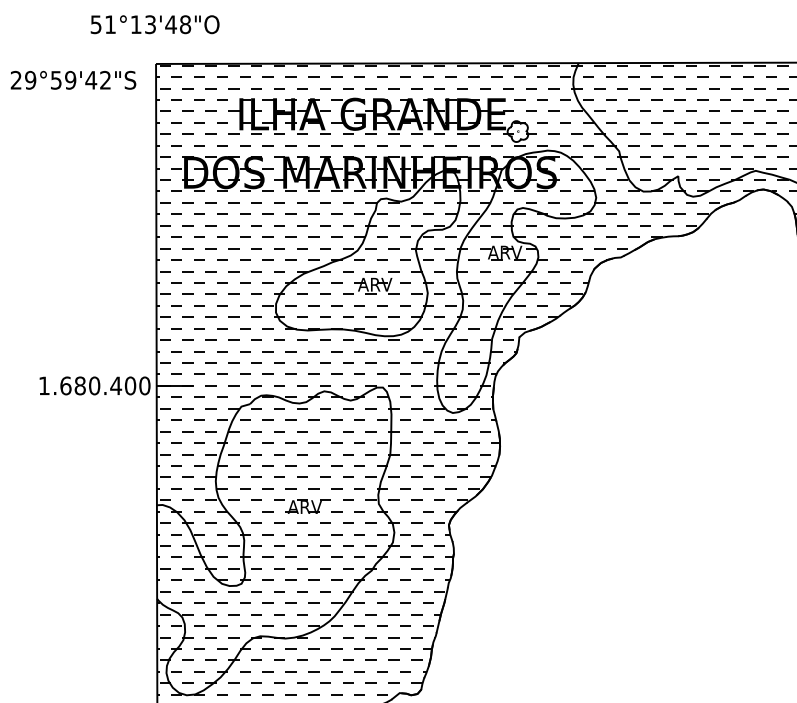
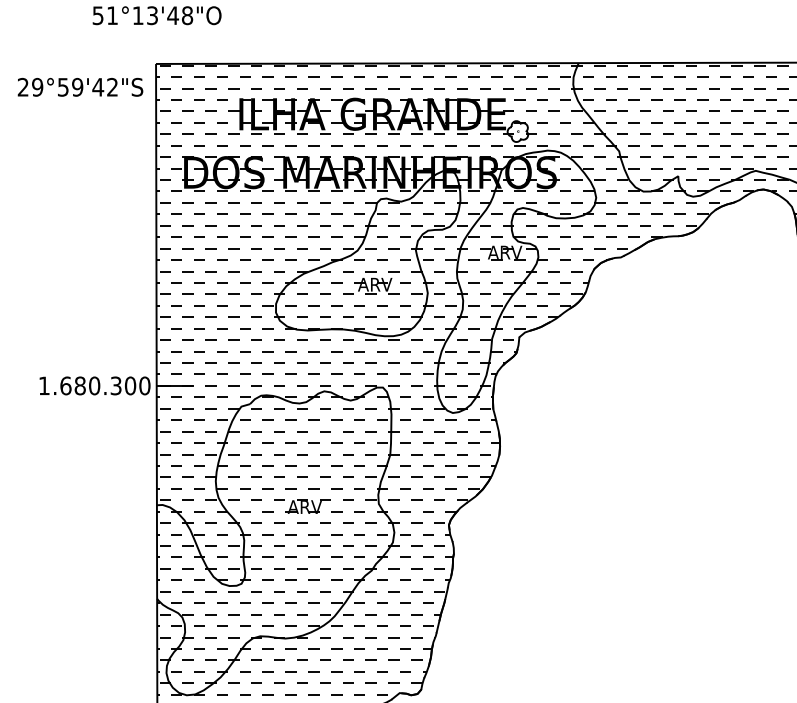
text at (154, 24) position: (154, 24) -> (156, 15)
text at (73, 79) position: (73, 79) -> (80, 86)
text at (116, 385): 1.680.400 -> 1.680.300
